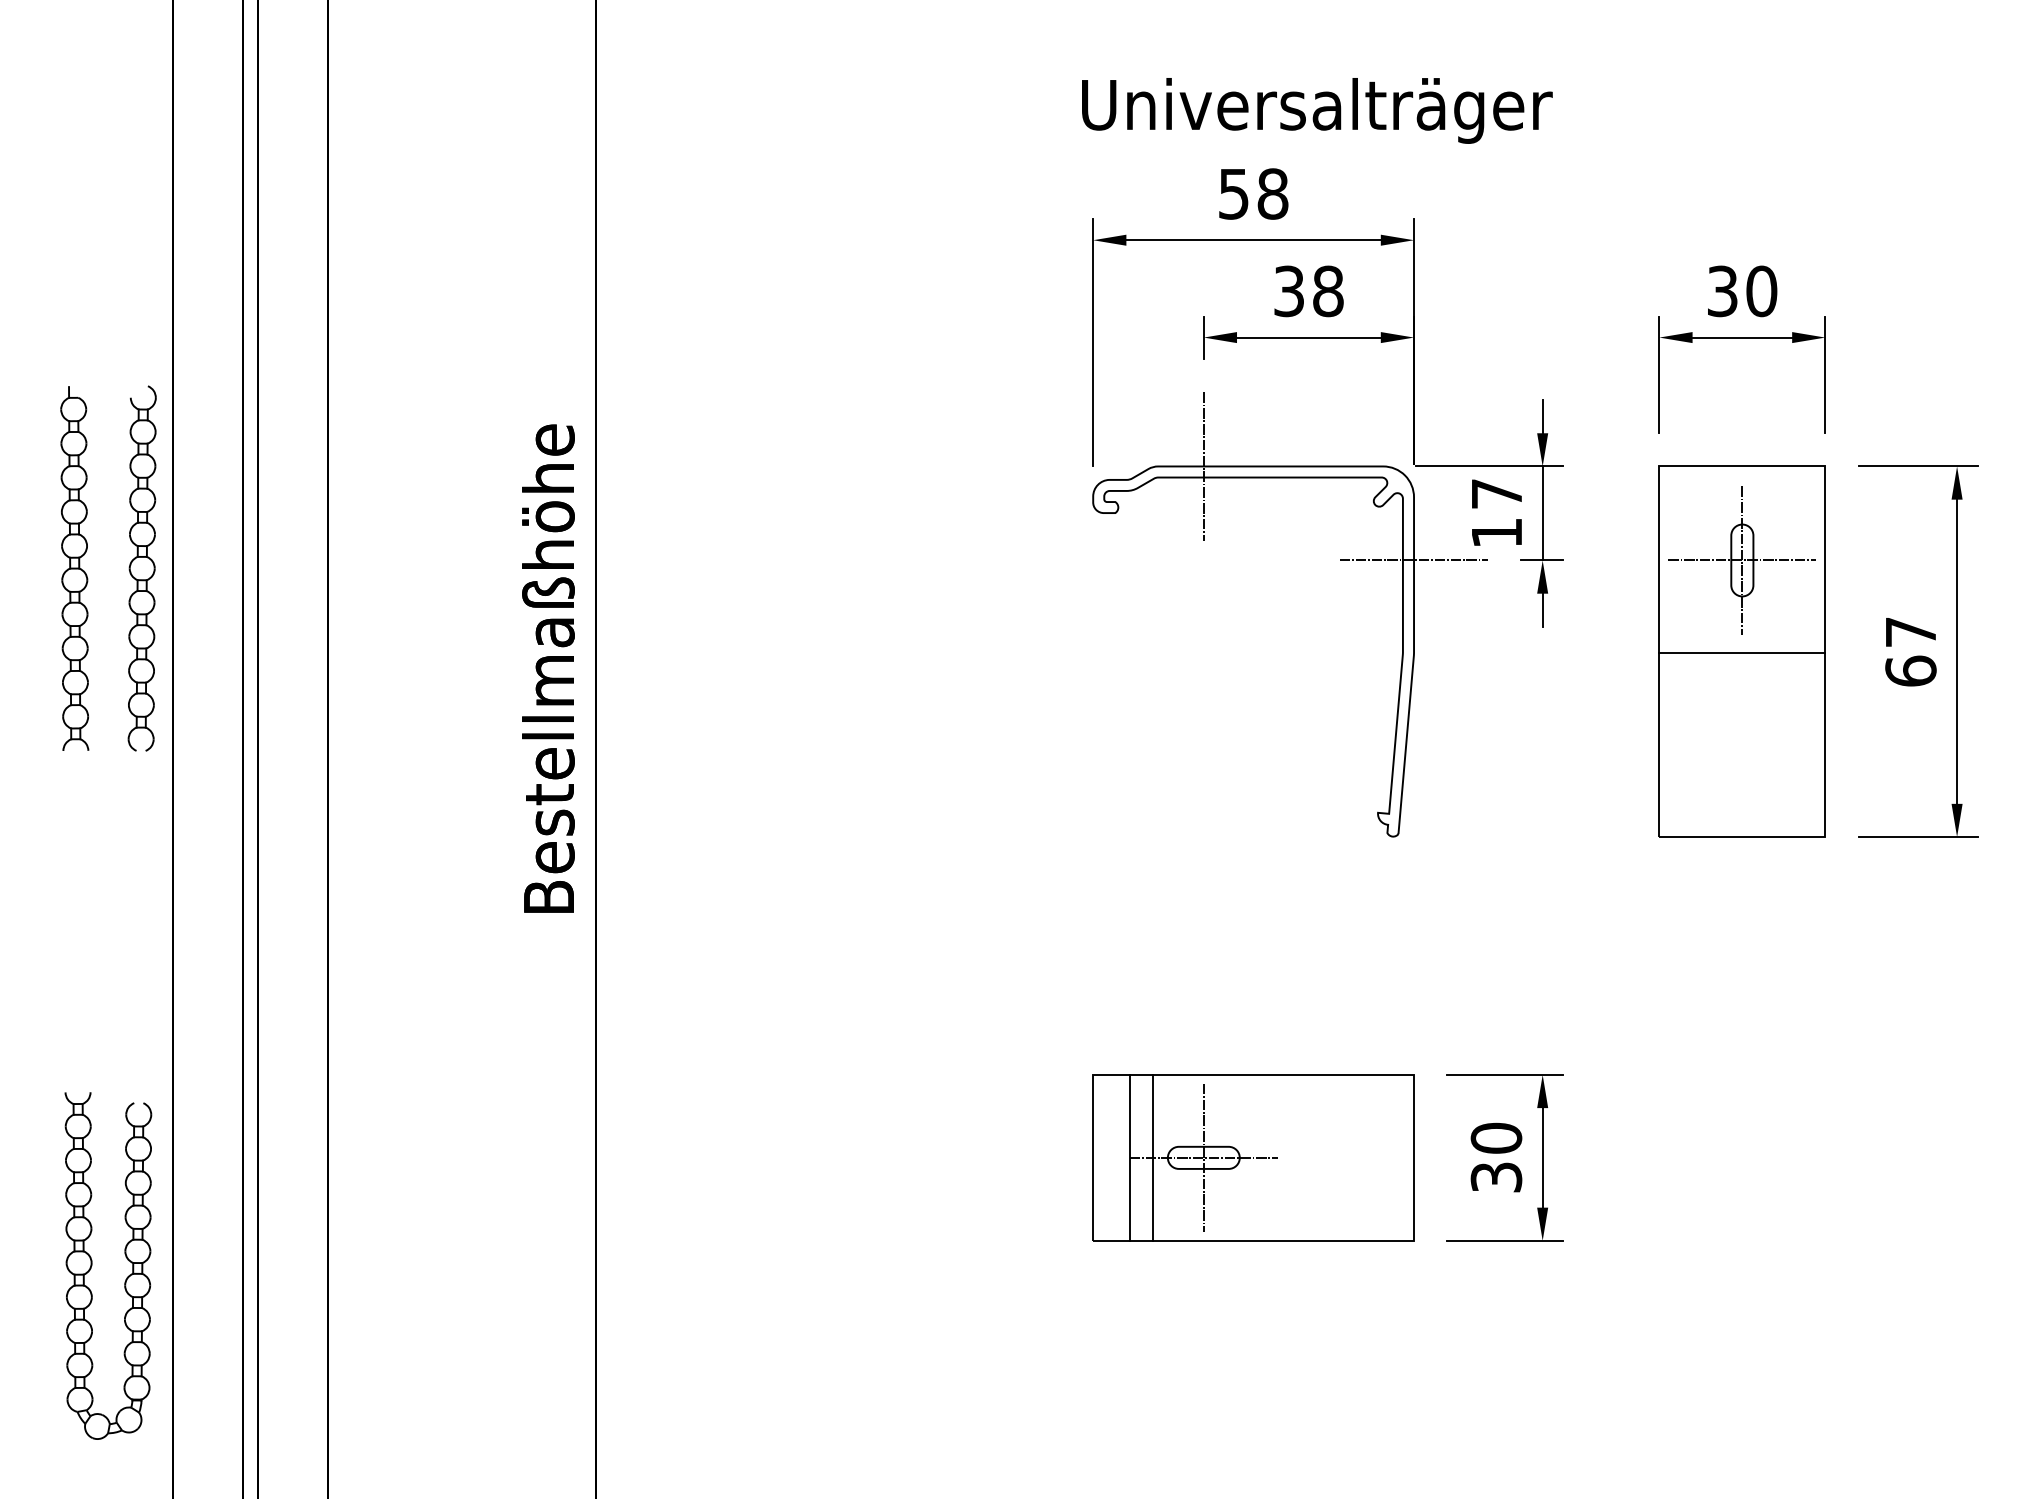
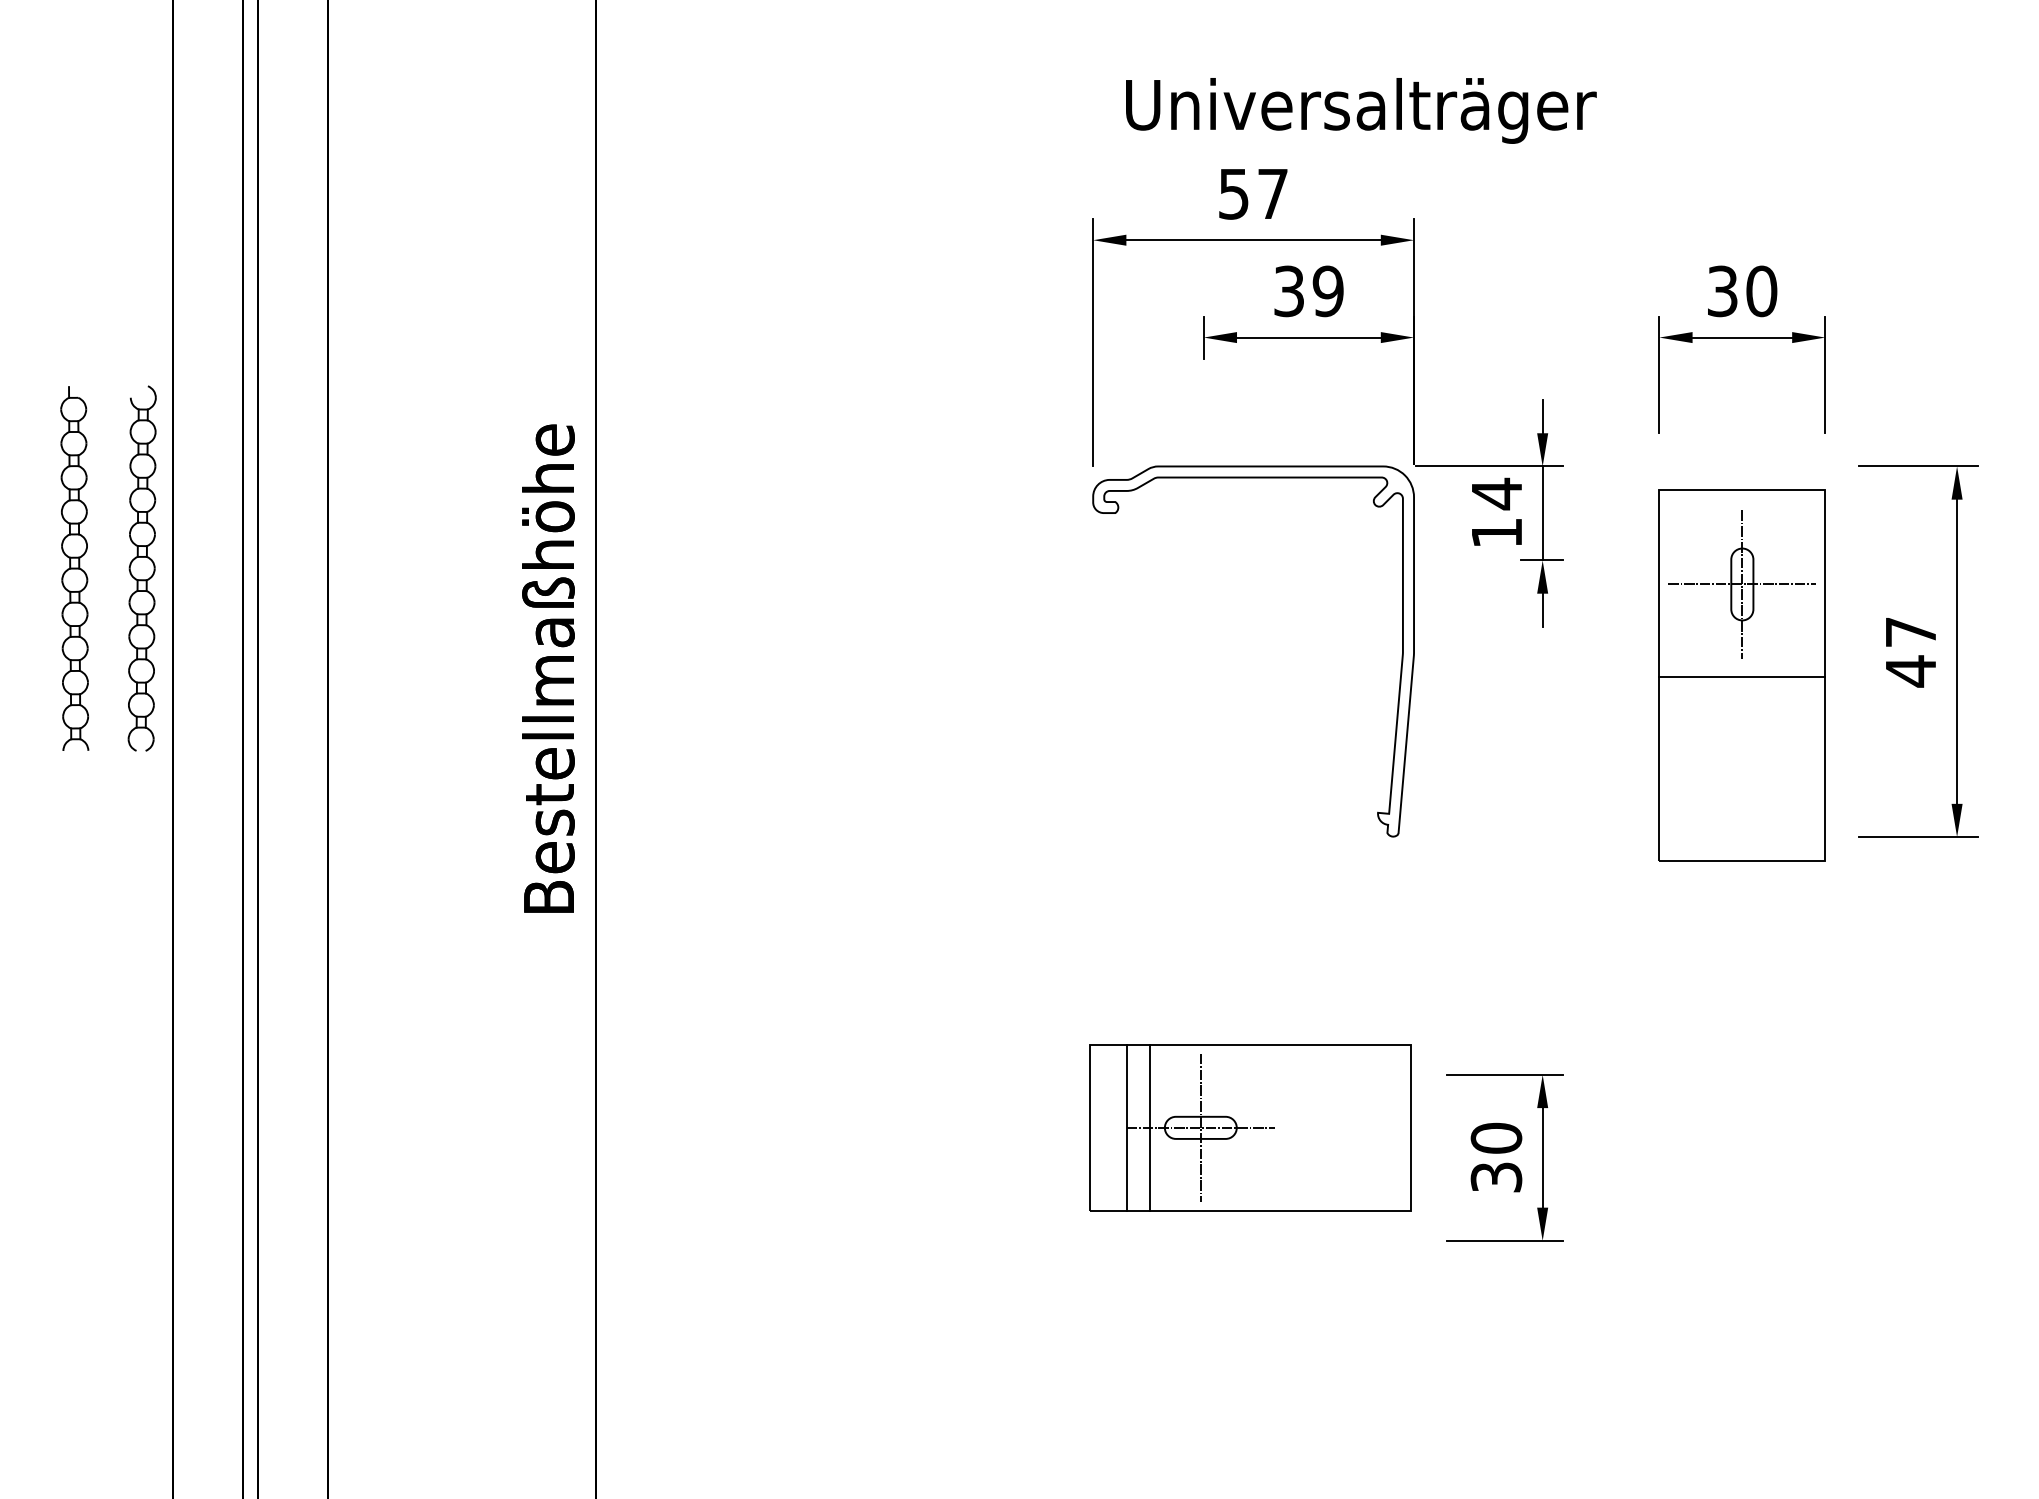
text at (1317, 110) position: (1317, 110) -> (1361, 110)
text at (1272, 193): 58 -> 57
text at (1327, 291): 38 -> 39
line at (1203, 466): present -> none
text at (1496, 493): 17 -> 14
line at (1413, 560): present -> none
part at (1741, 651) position: (1741, 651) -> (1741, 675)
text at (1910, 671): 67 -> 47
part at (1253, 1157) position: (1253, 1157) -> (1250, 1127)
part at (92, 1265): present -> none
